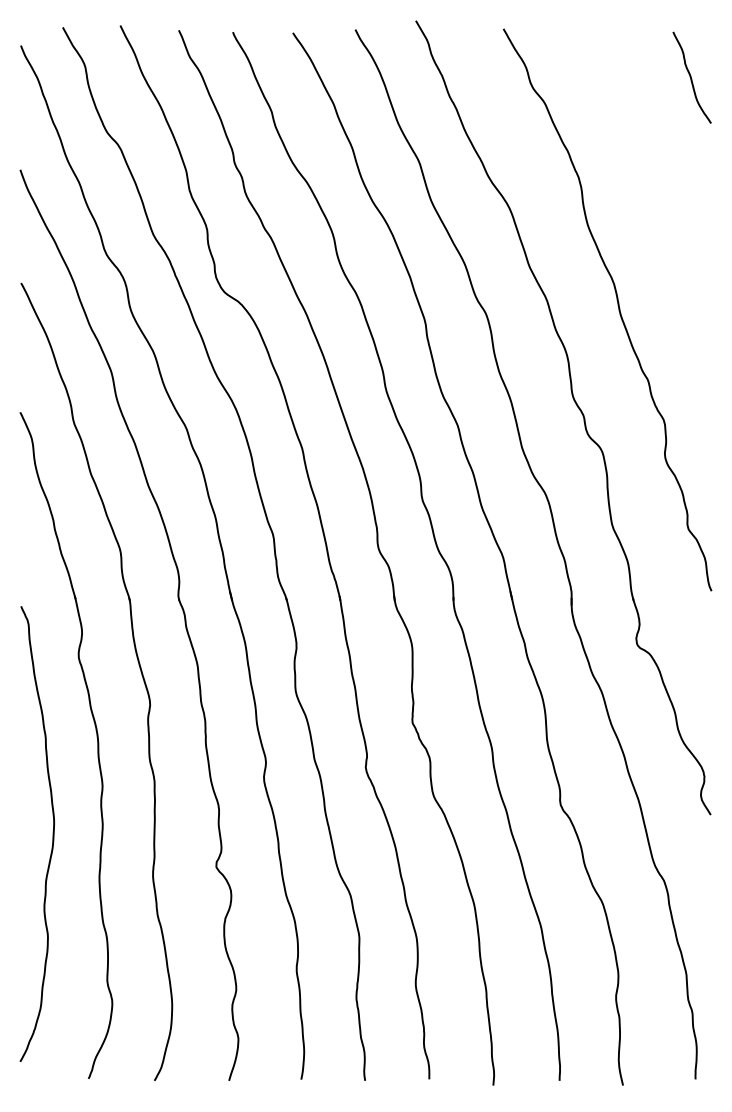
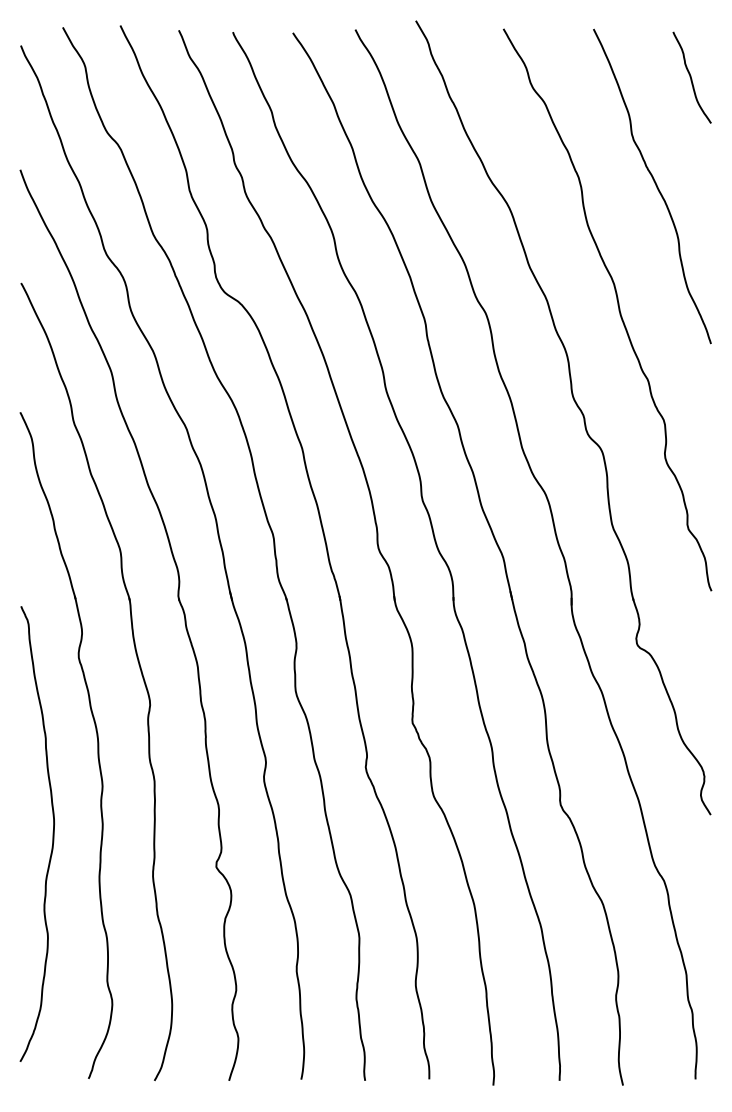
curve at (655, 185): none -> present
